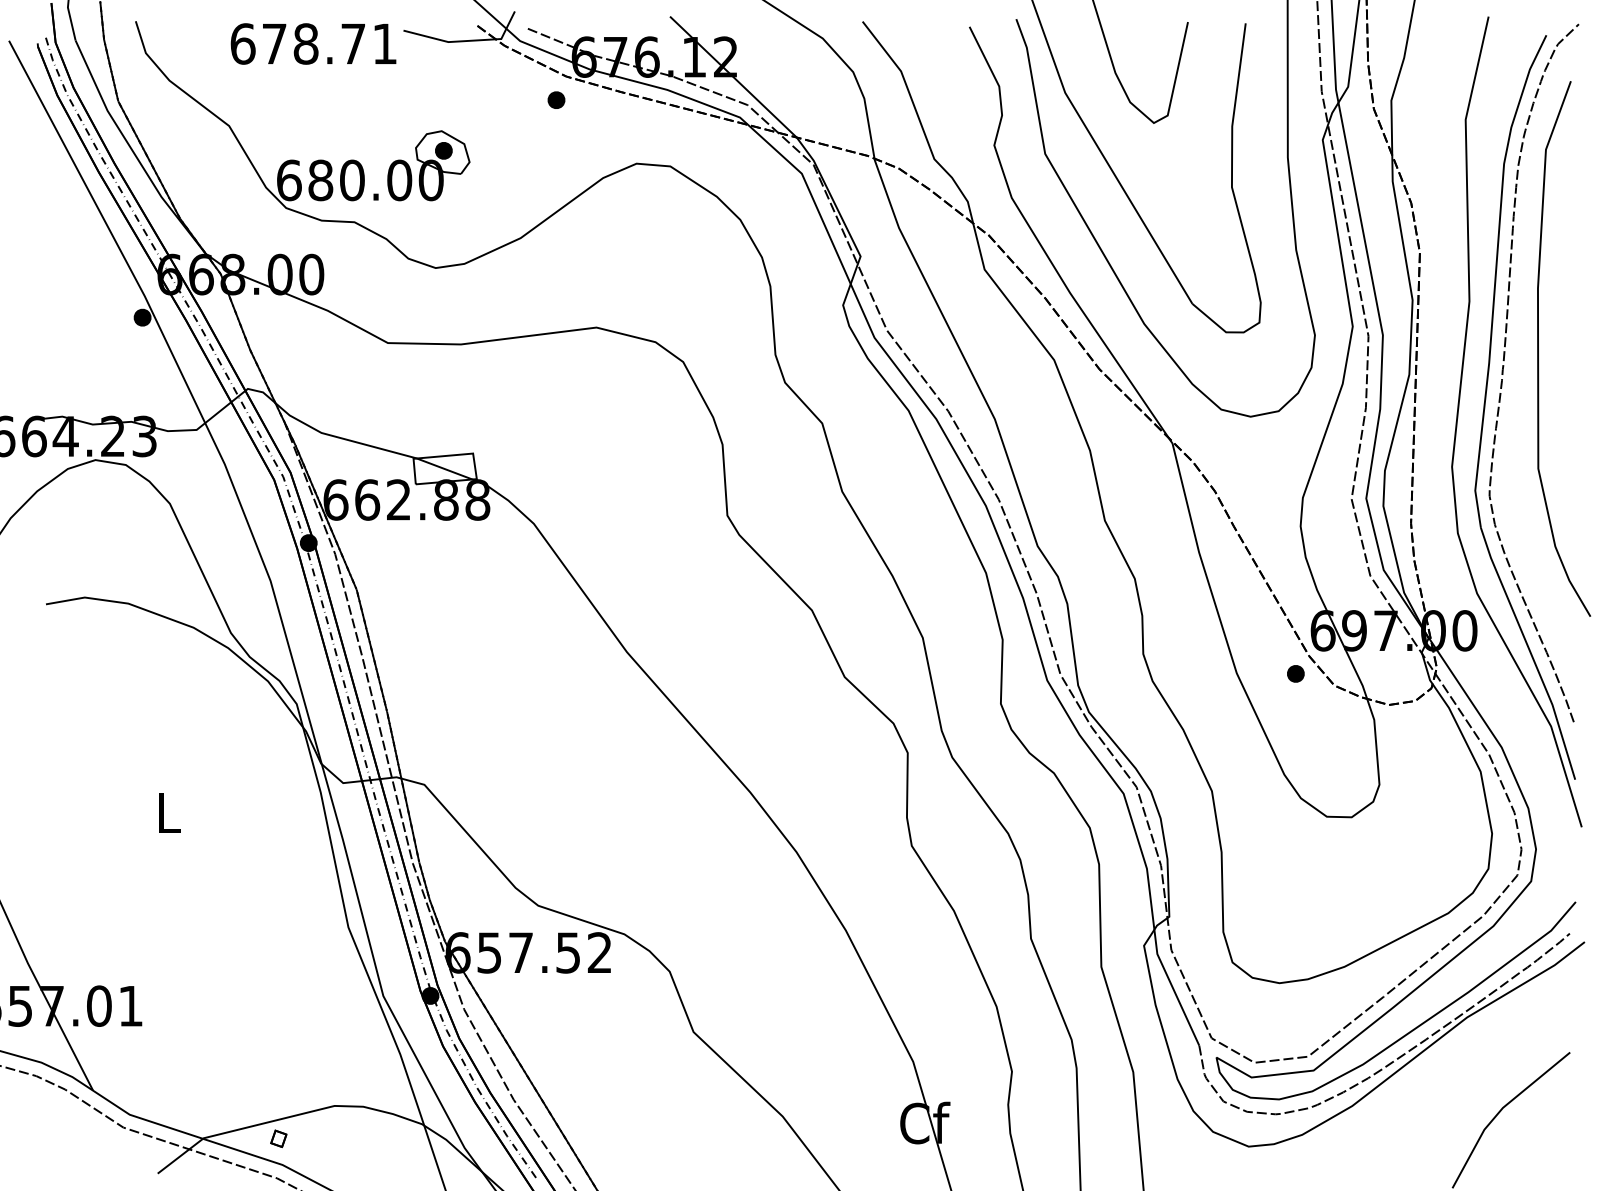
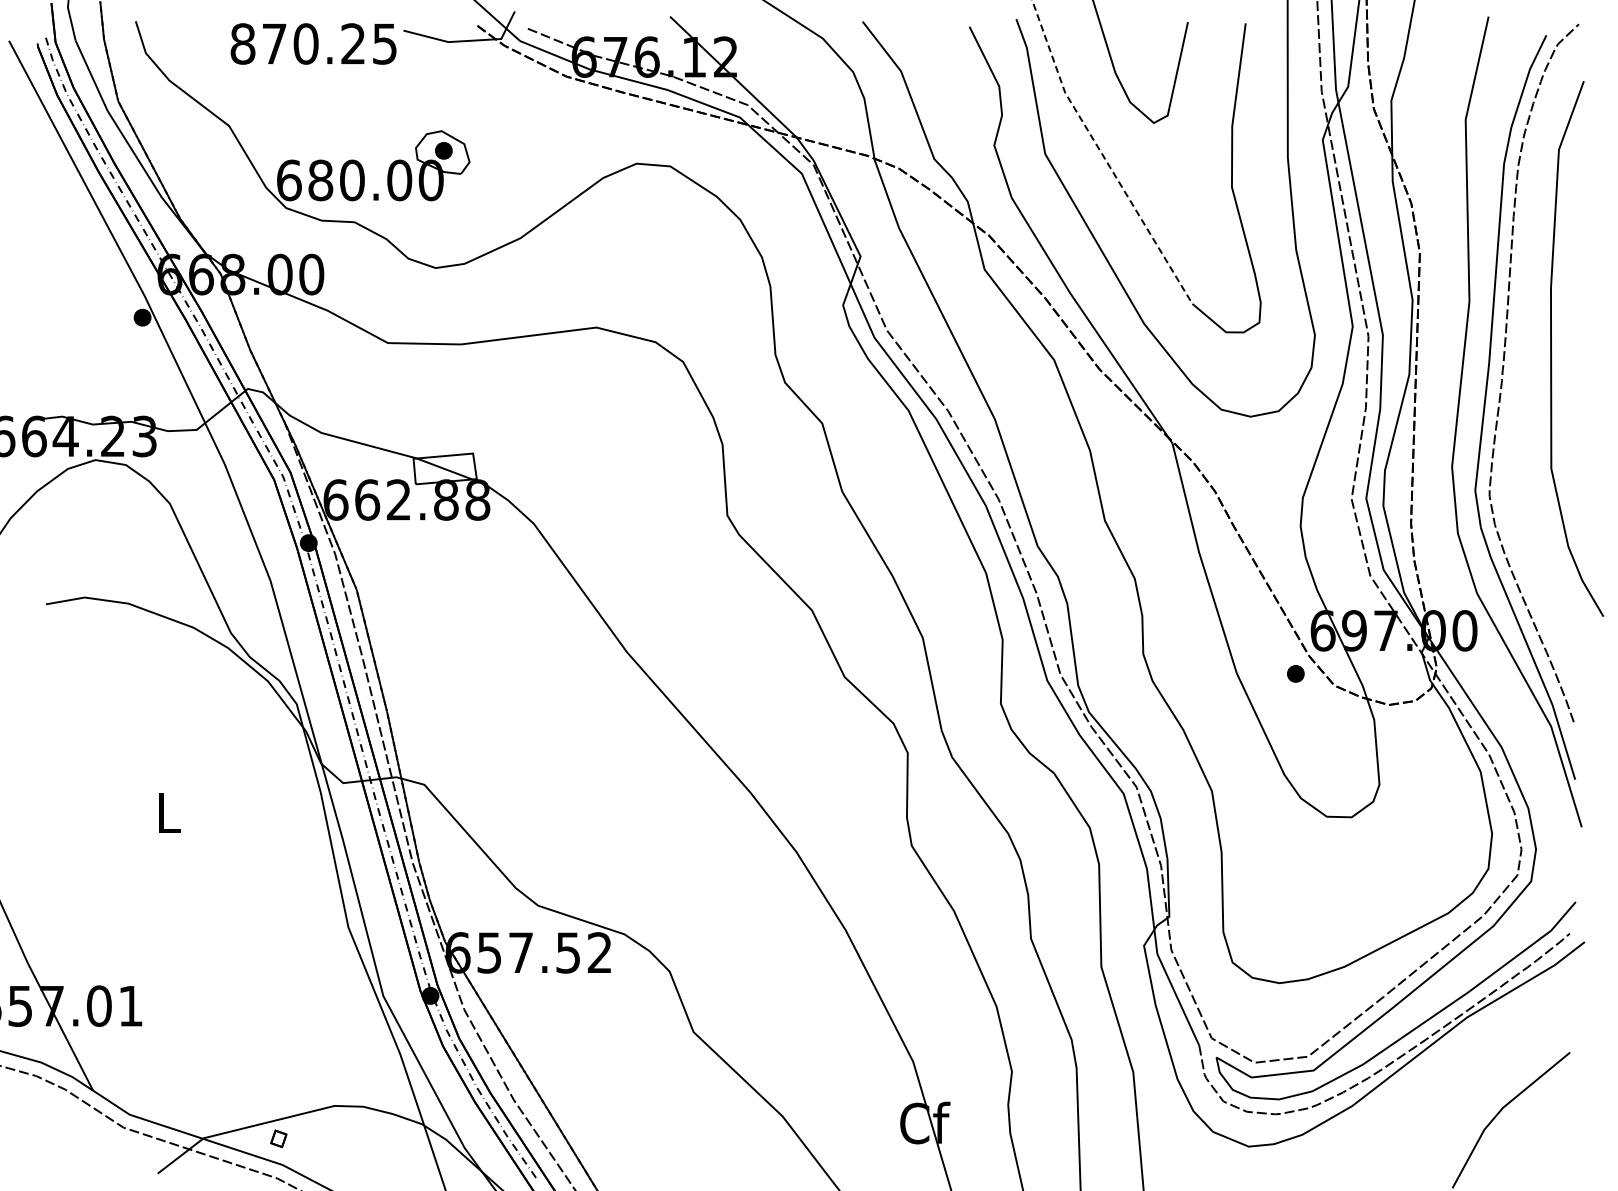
text at (313, 43): 678.71 -> 870.25
part at (556, 99): present -> none
line at (1103, 156): solid -> dashed
curve at (1538, 348) position: (1538, 348) -> (1551, 348)
